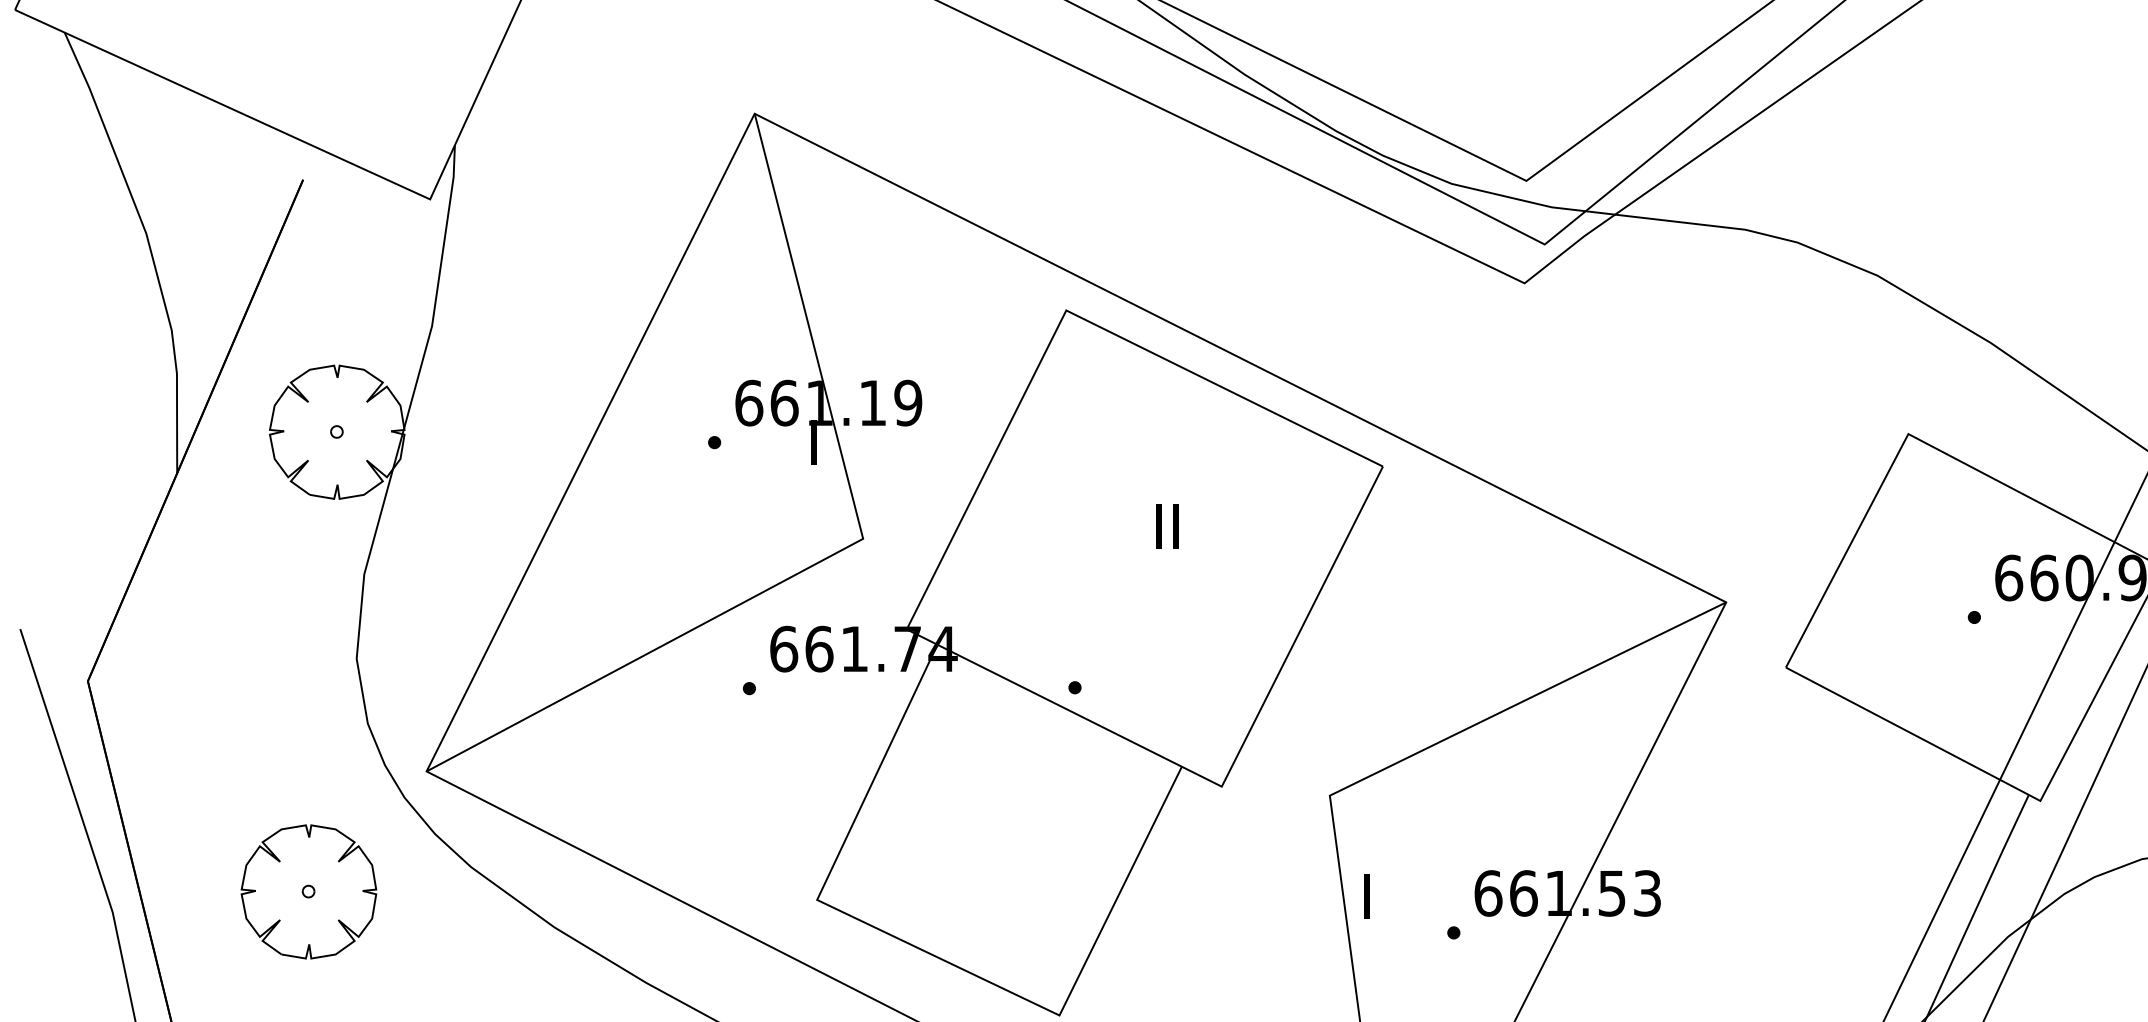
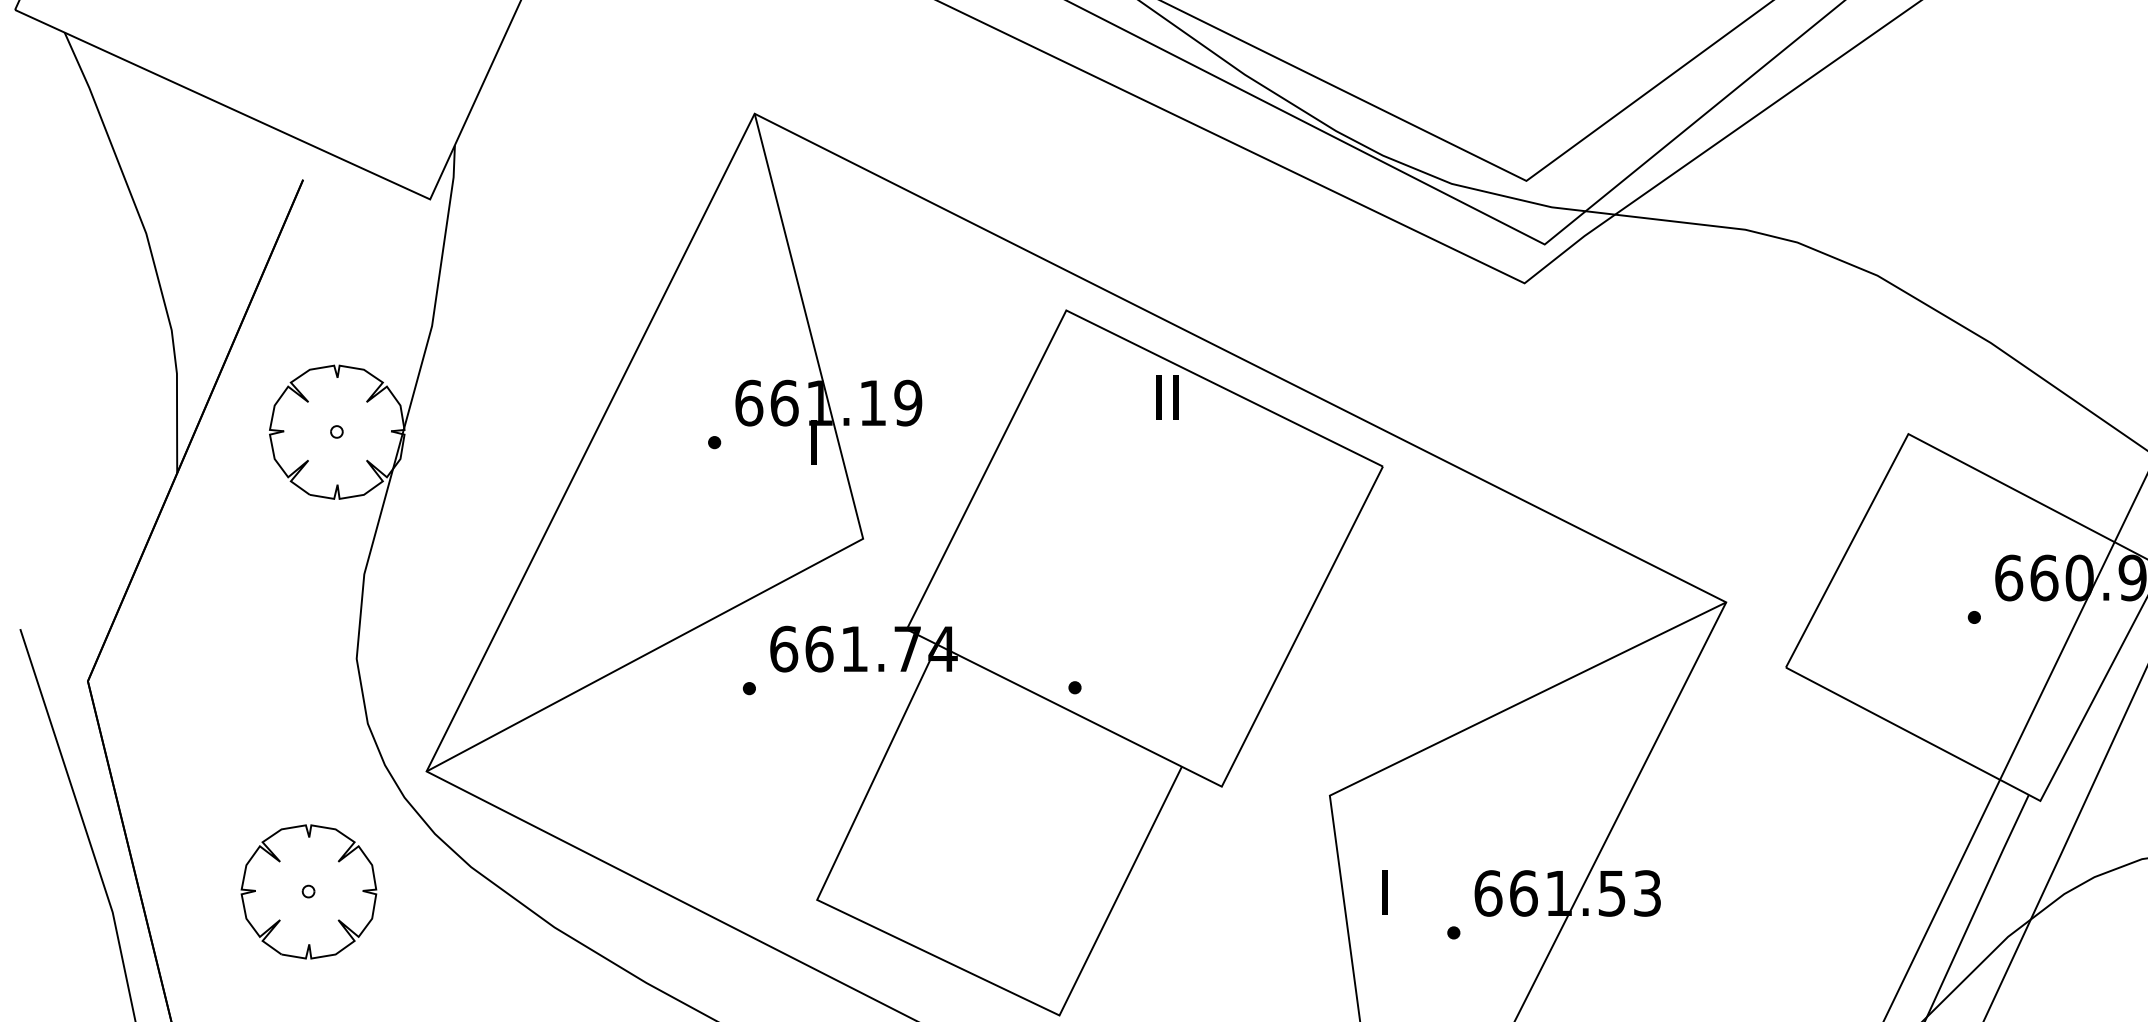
text at (1167, 526) position: (1167, 526) -> (1167, 397)
text at (1366, 896) position: (1366, 896) -> (1384, 892)
